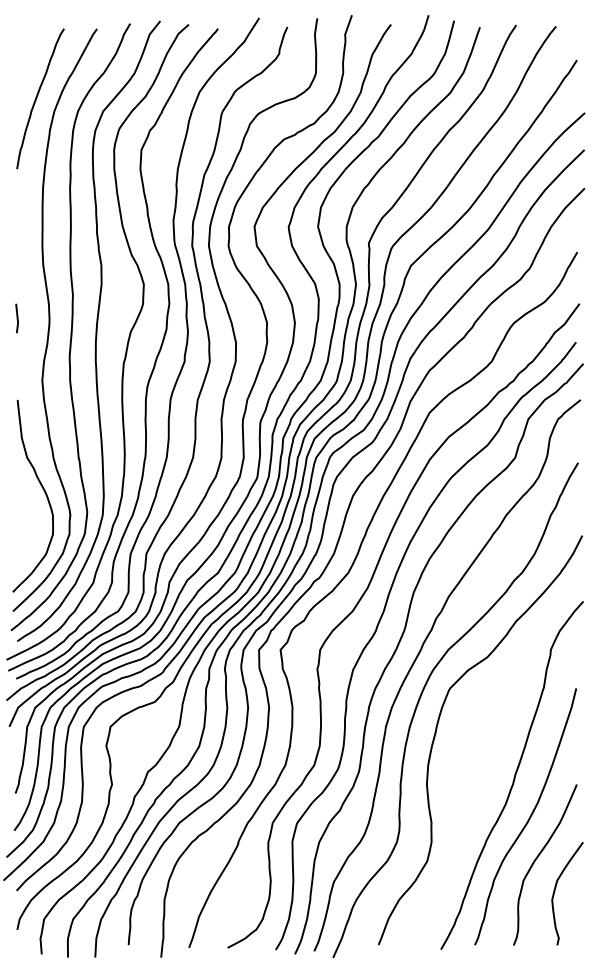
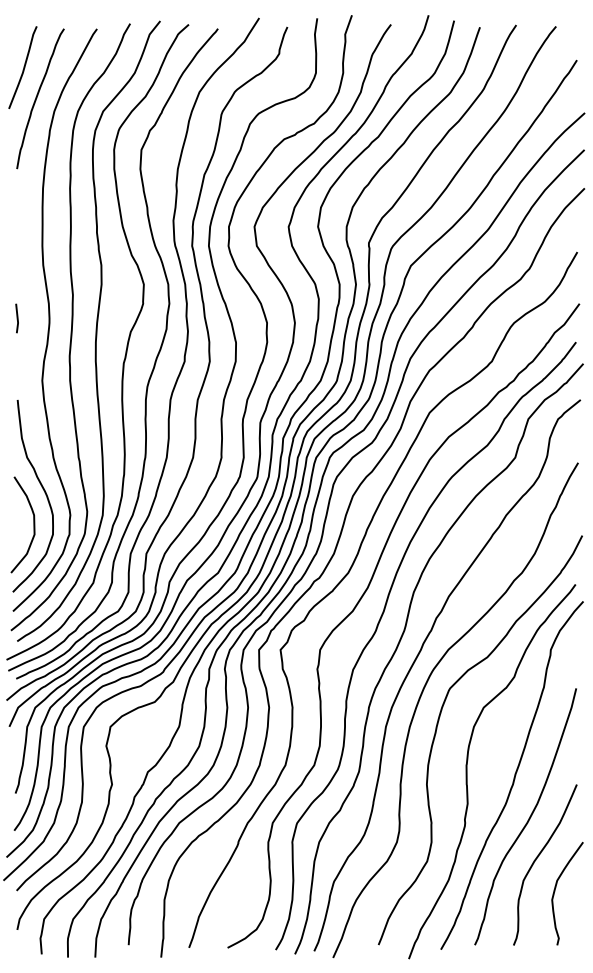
curve at (23, 67): none -> present
curve at (33, 524): none -> present
curve at (467, 771): none -> present
